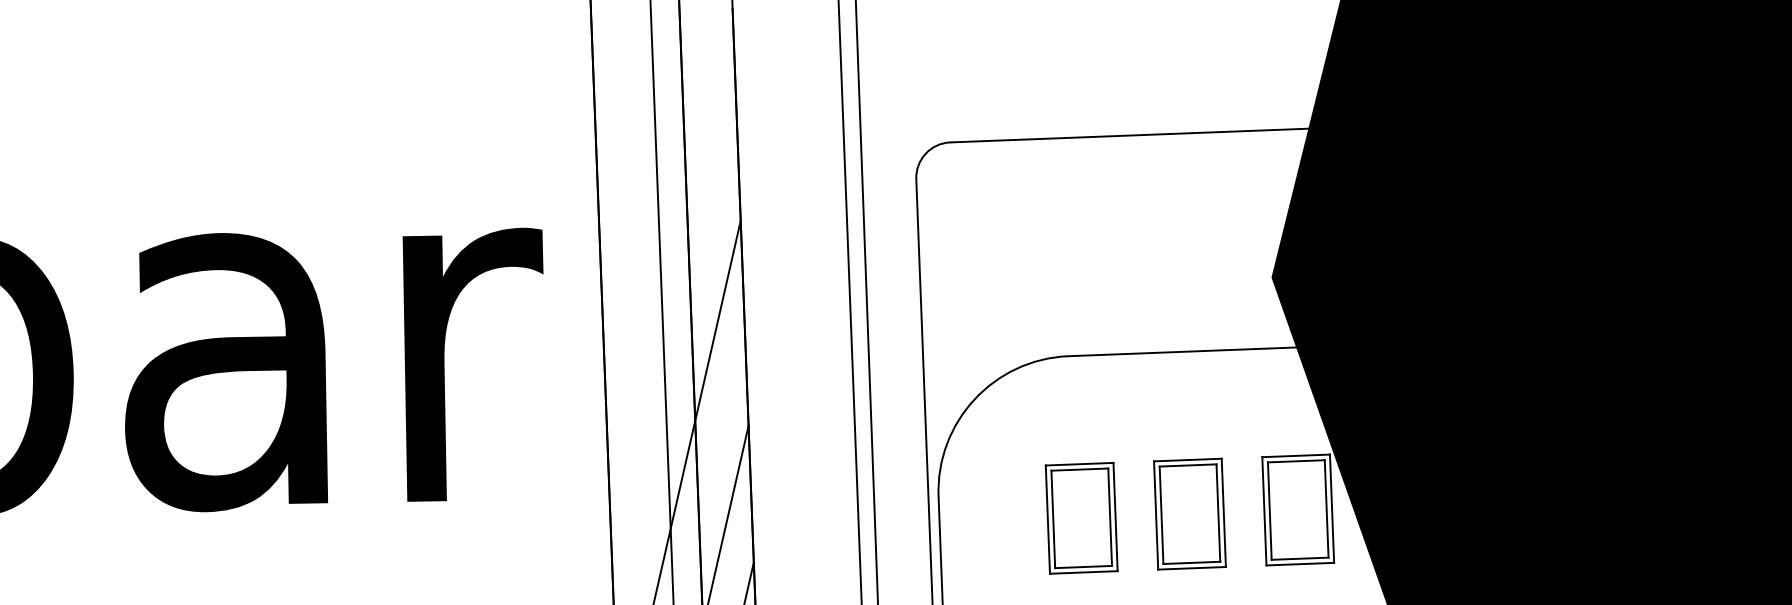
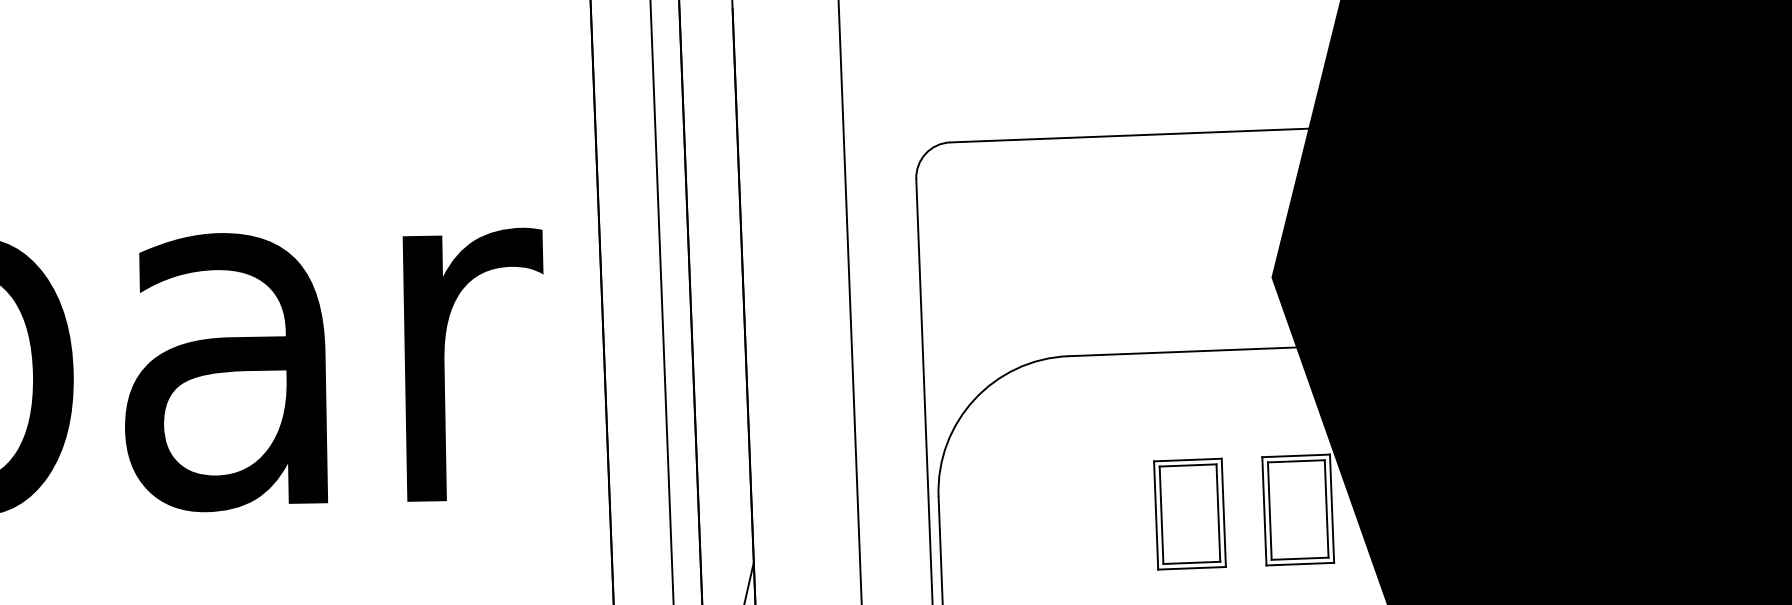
line at (866, 301): present -> none
line at (697, 410): present -> none
line at (728, 513): present -> none
part at (1081, 518): present -> none
